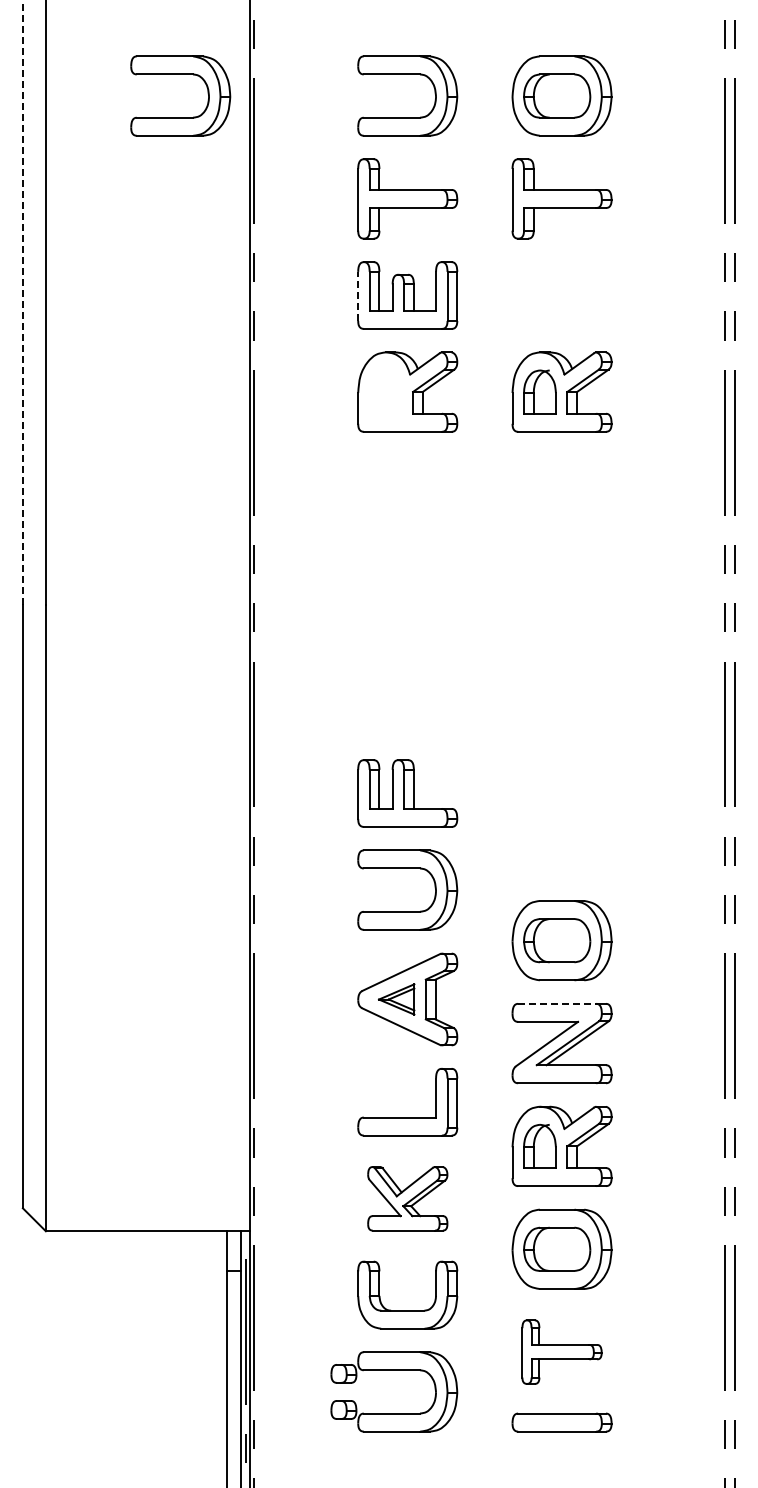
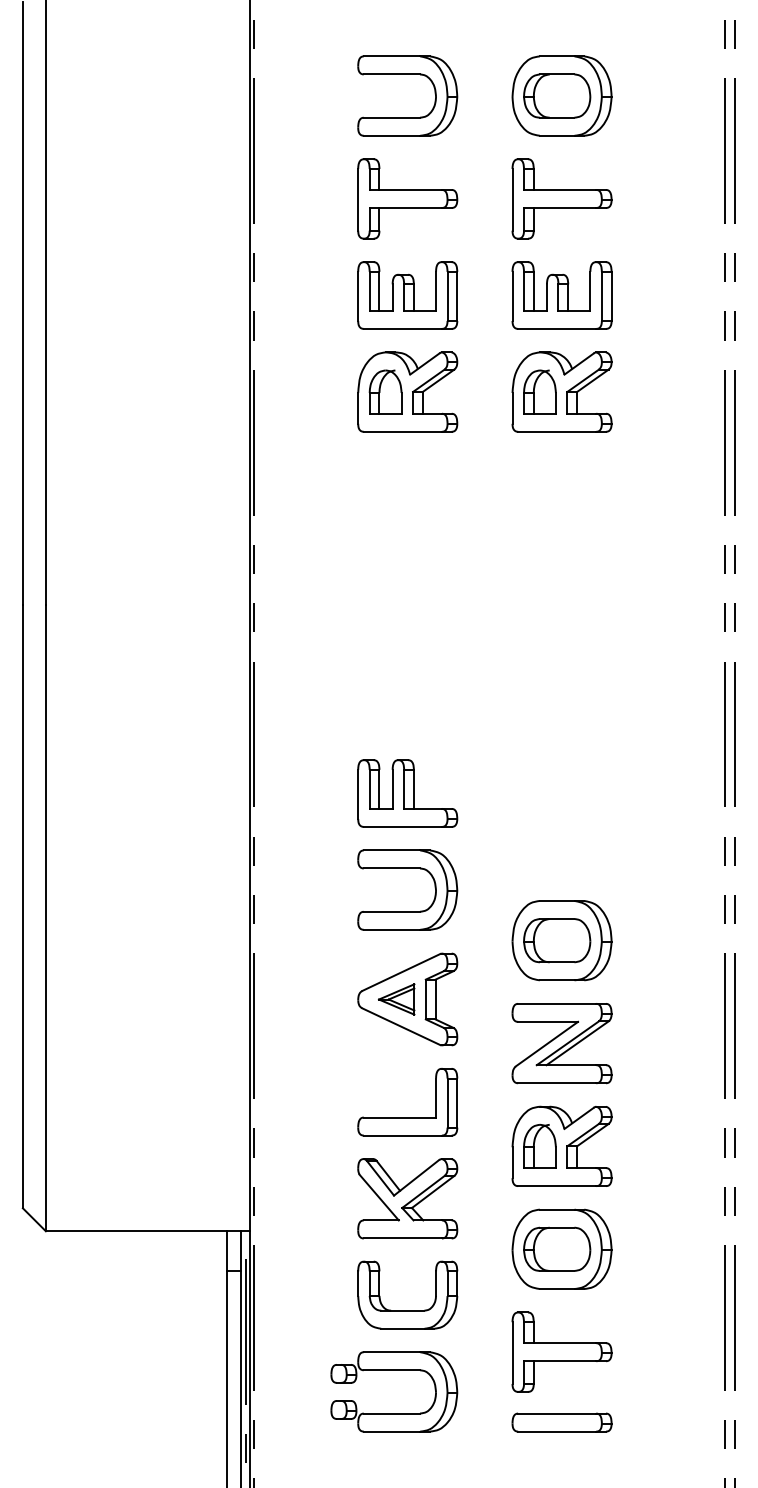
part at (180, 74): present -> none
part at (561, 295): none -> present
line at (358, 296): dashed -> solid
line at (22, 303): dashed -> solid
part at (385, 391): none -> present
line at (557, 1003): dashed -> solid
part at (407, 1198) size: 82x66 px -> 102x82 px
part at (561, 1351) size: 82x66 px -> 102x82 px
